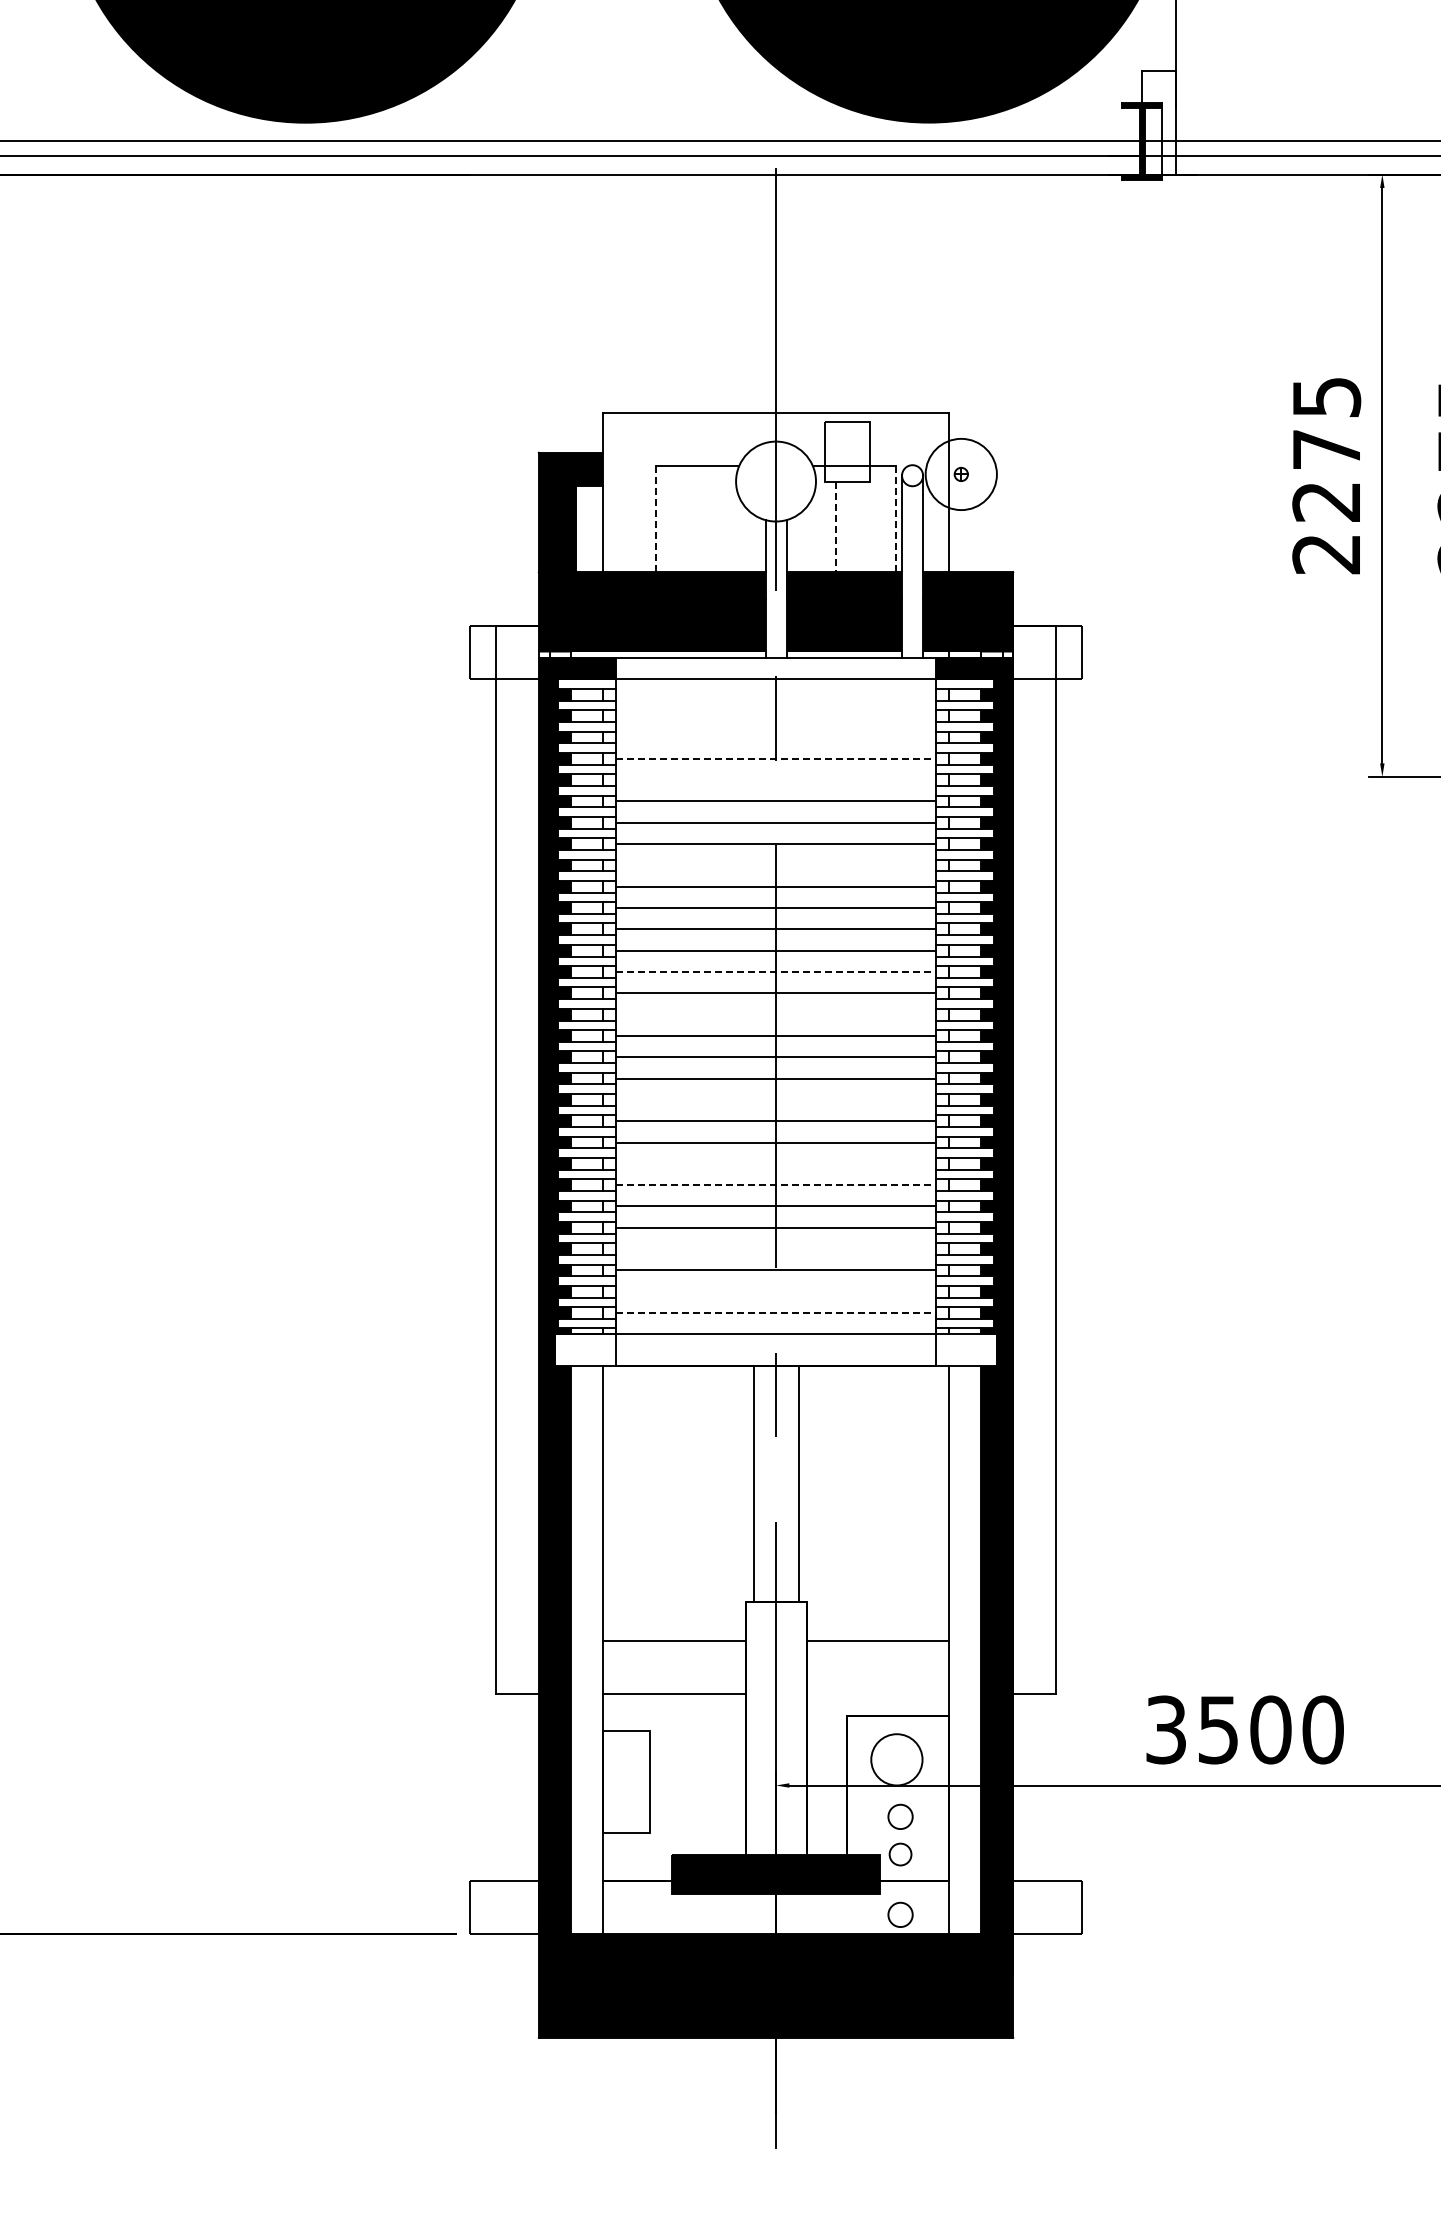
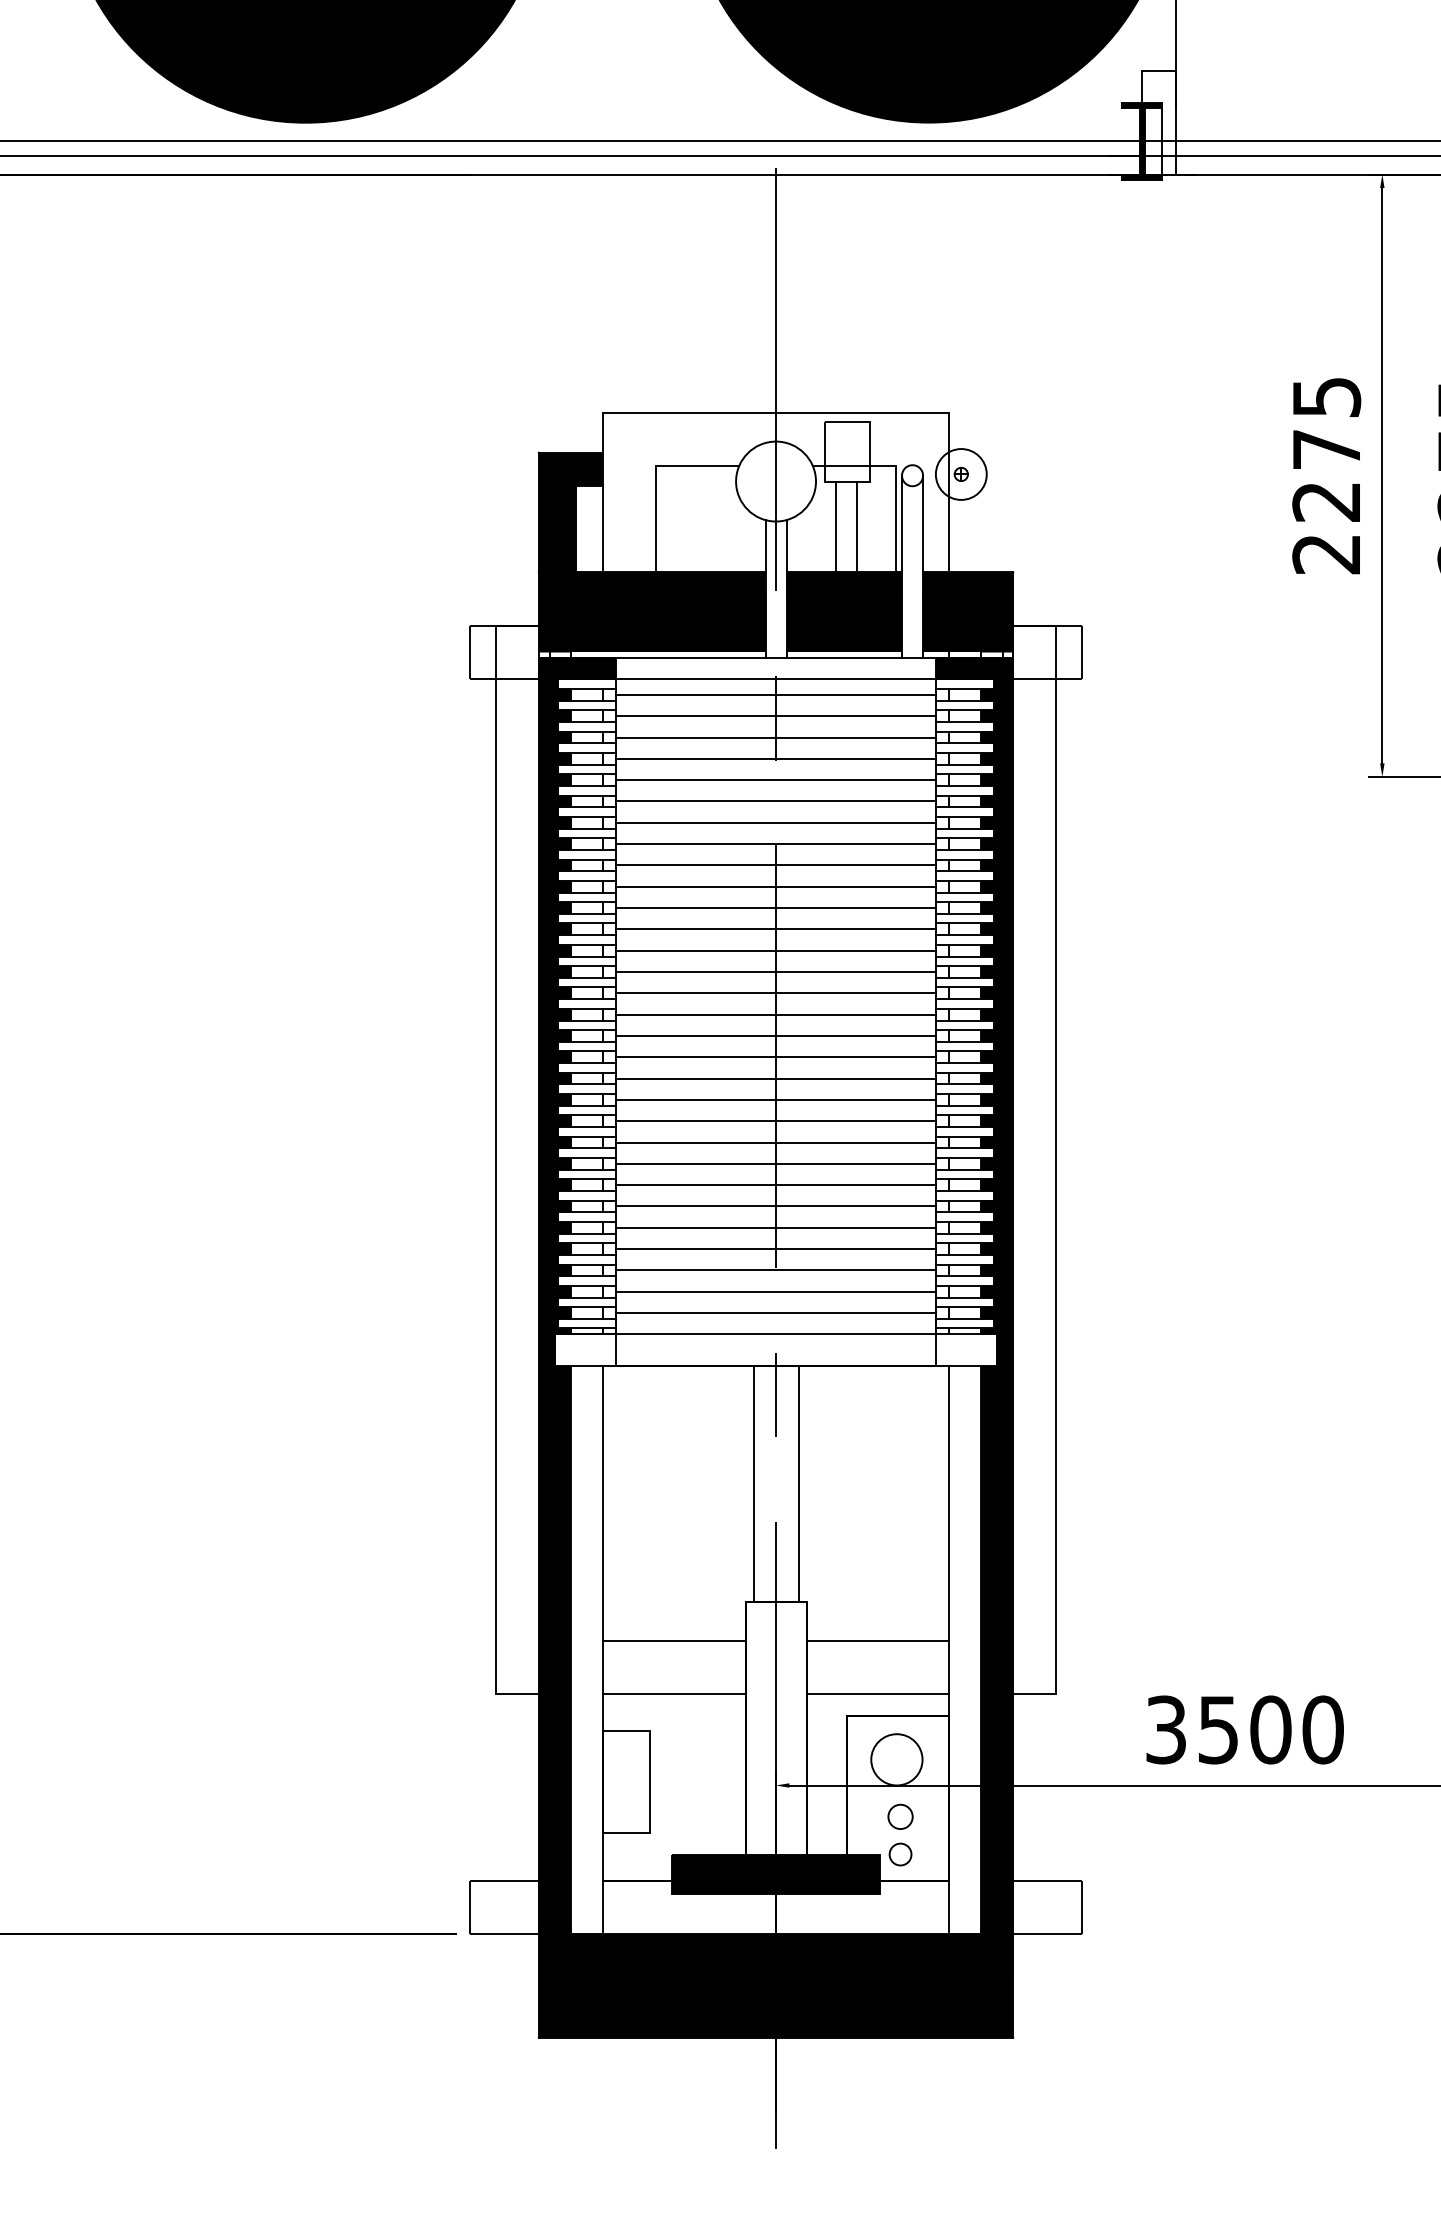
circle at (960, 474) diameter: 71 px -> 51 px
line at (656, 519): dashed -> solid
line at (895, 519): dashed -> solid
line at (836, 527): dashed -> solid
line at (857, 527): none -> present
line at (775, 694): none -> present
line at (775, 716): none -> present
line at (775, 737): none -> present
line at (776, 758): dashed -> solid
line at (775, 780): none -> present
line at (775, 865): none -> present
line at (776, 972): dashed -> solid
line at (775, 1014): none -> present
line at (775, 1099): none -> present
line at (775, 1163): none -> present
line at (776, 1185): dashed -> solid
line at (775, 1249): none -> present
line at (775, 1291): none -> present
line at (776, 1313): dashed -> solid
line at (877, 1694): none -> present
circle at (900, 1914): present -> none
